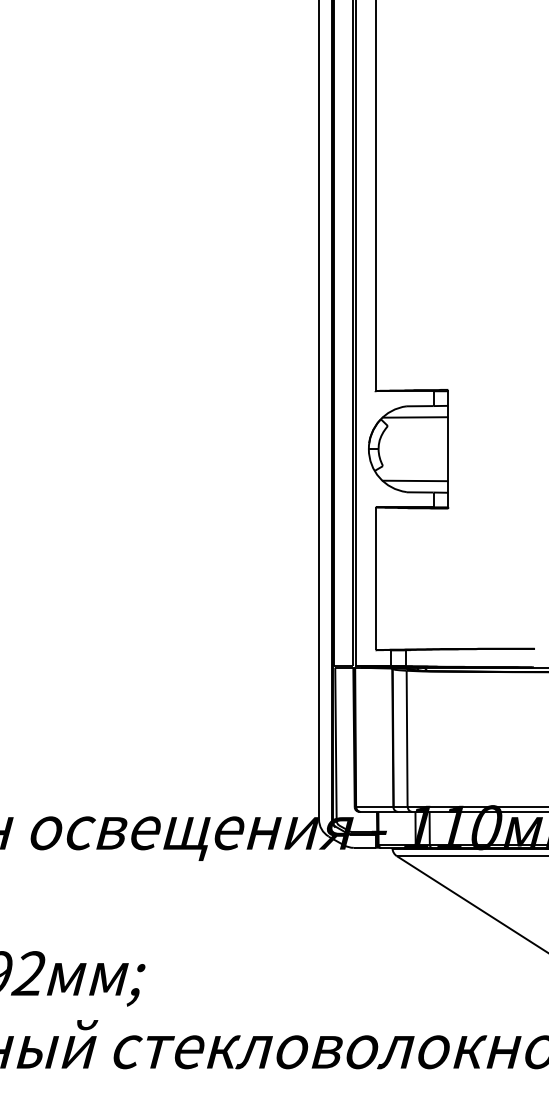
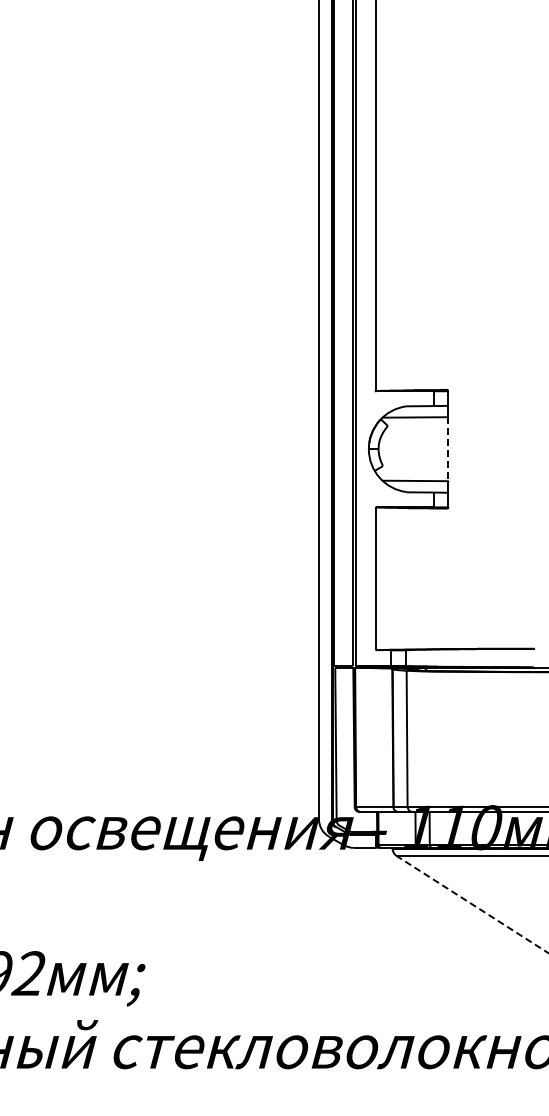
line at (448, 450): solid -> dashed
line at (471, 904): solid -> dashed
